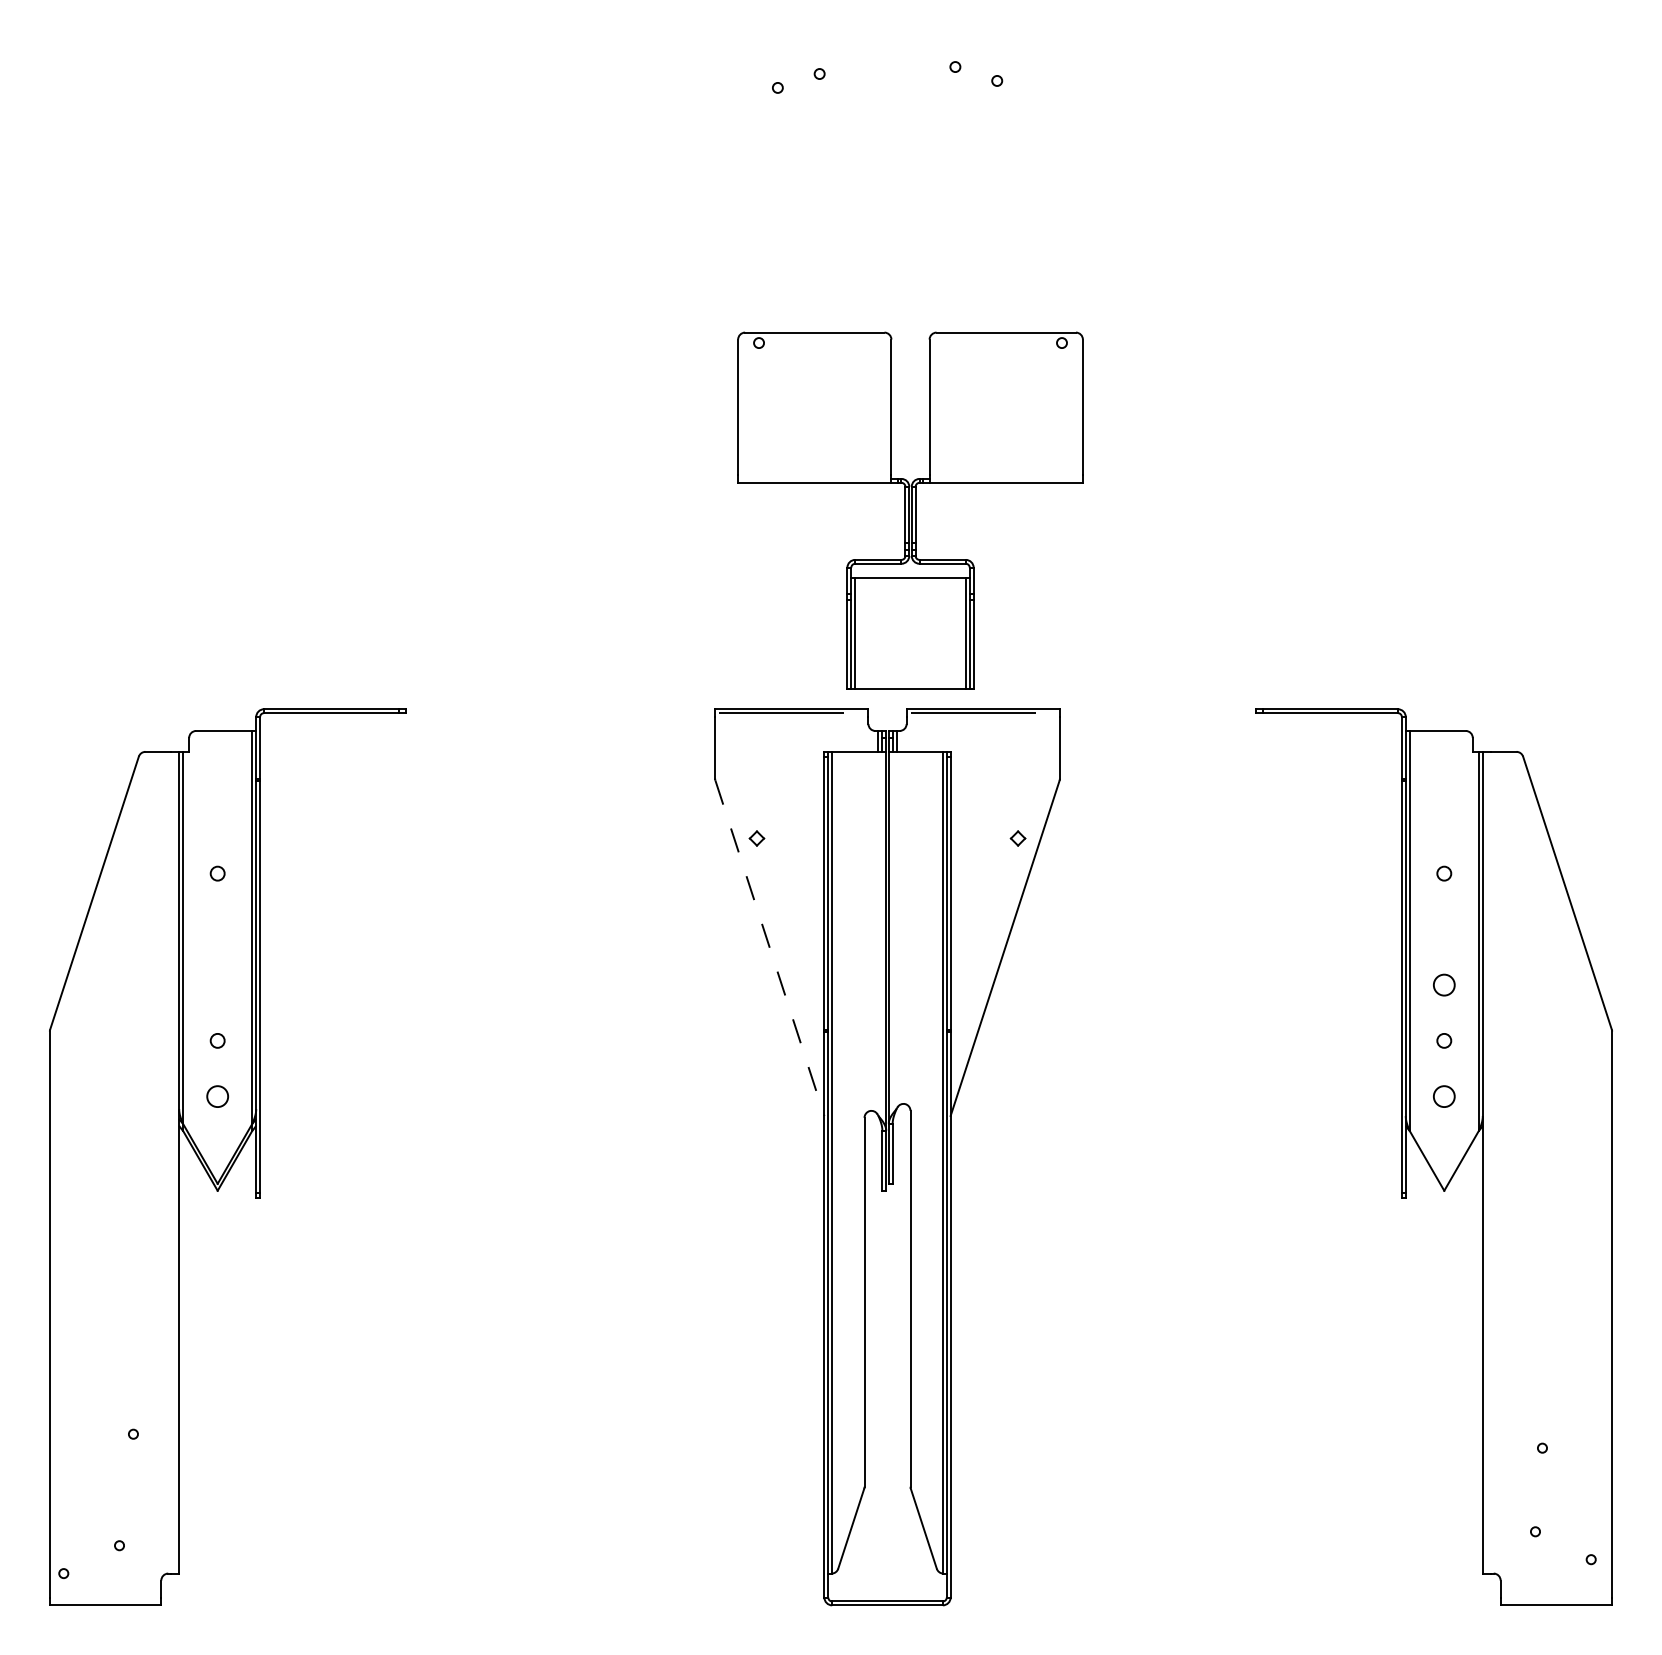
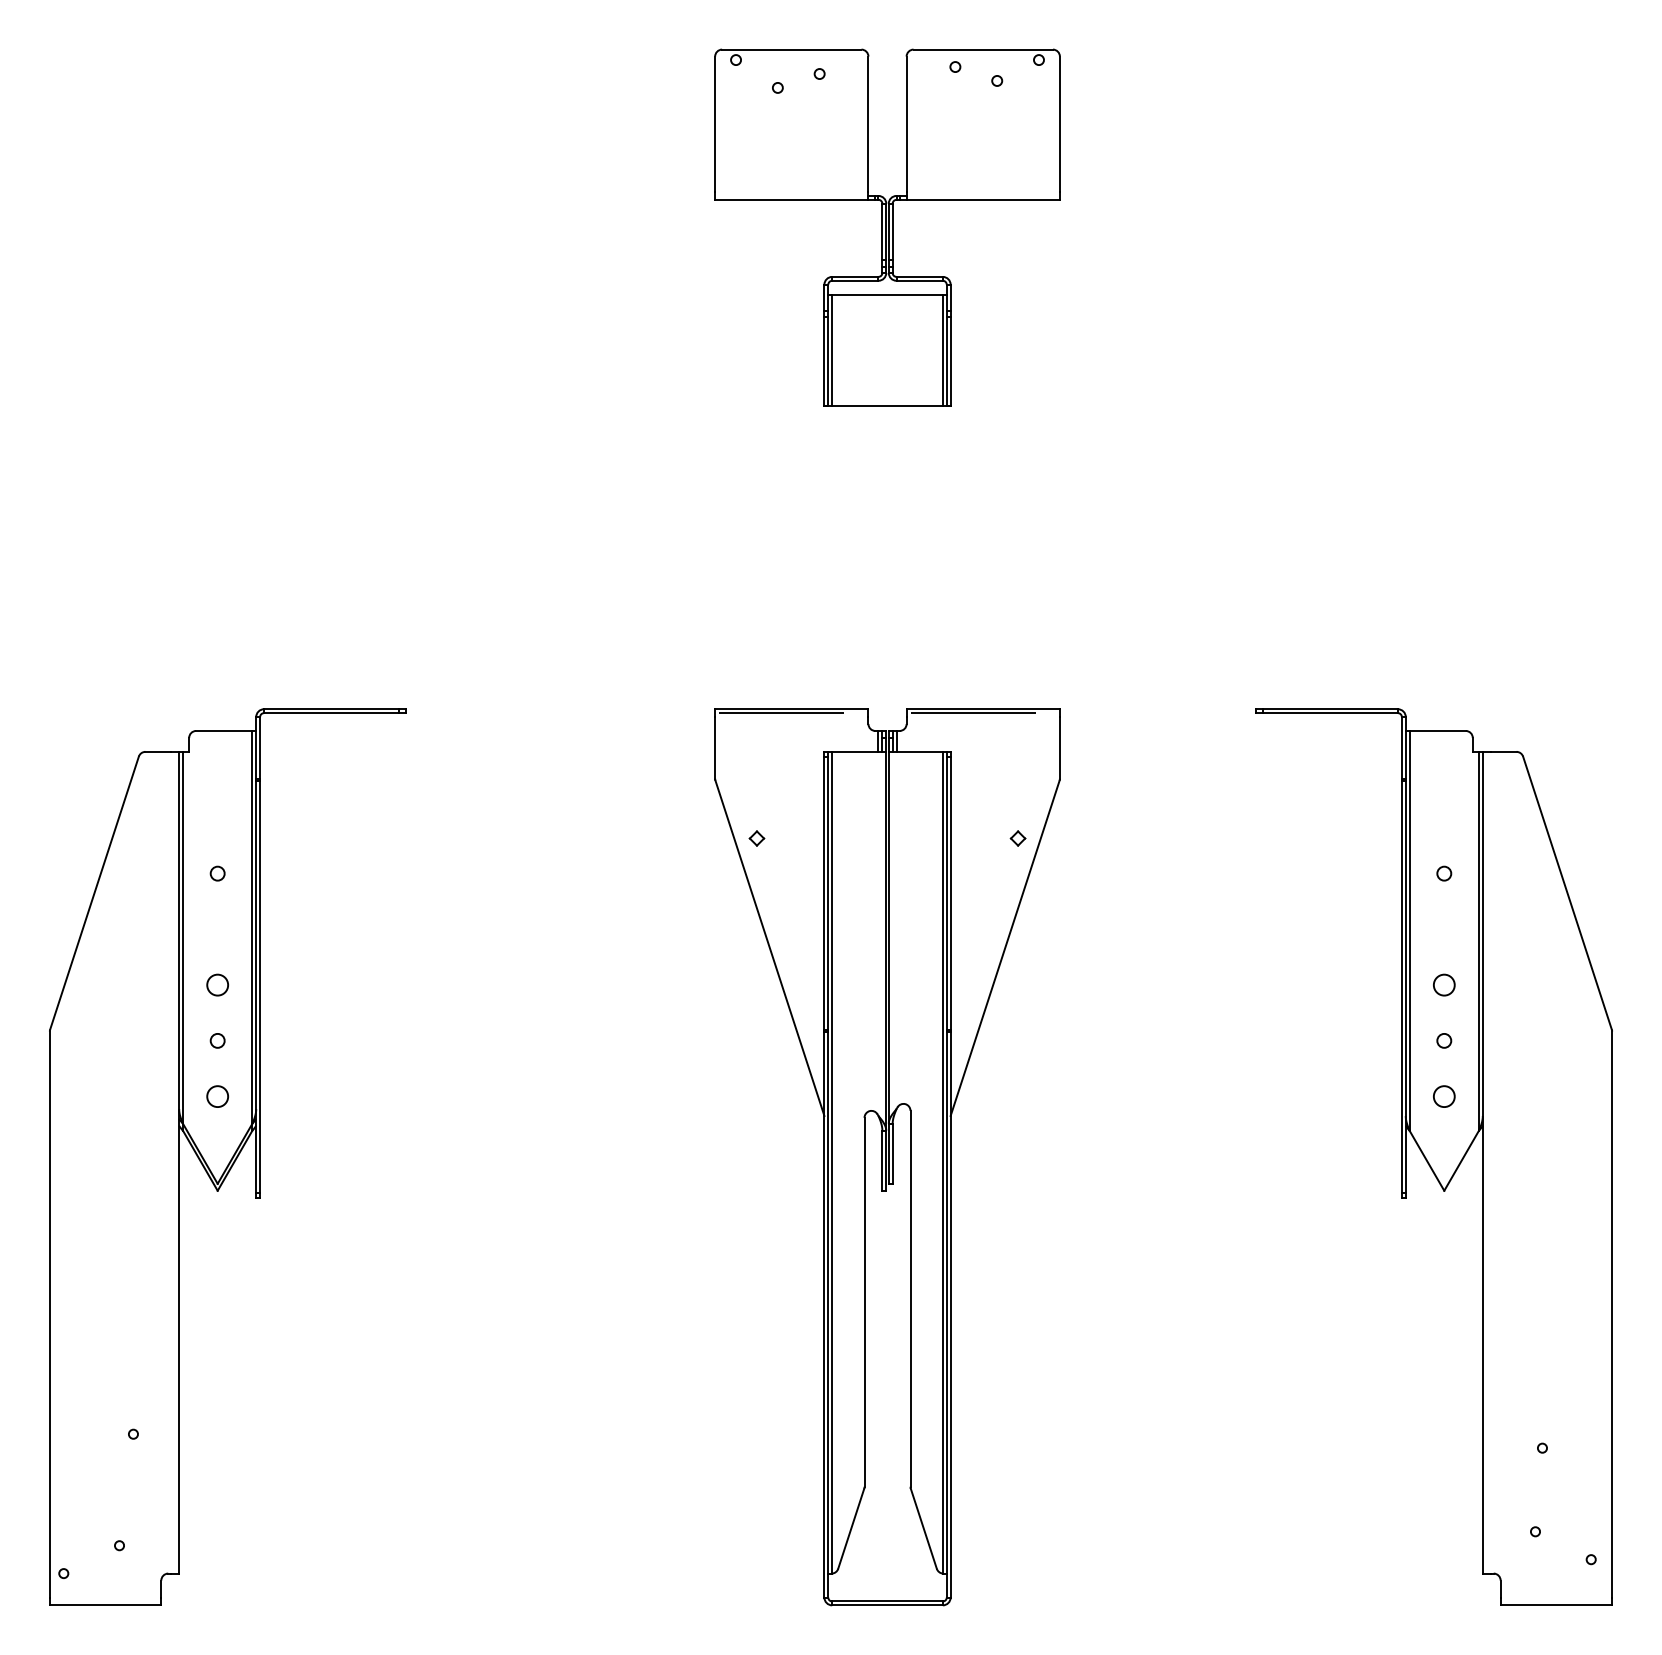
part at (910, 510) position: (910, 510) -> (887, 227)
line at (770, 948): dashed -> solid
circle at (217, 984): none -> present
